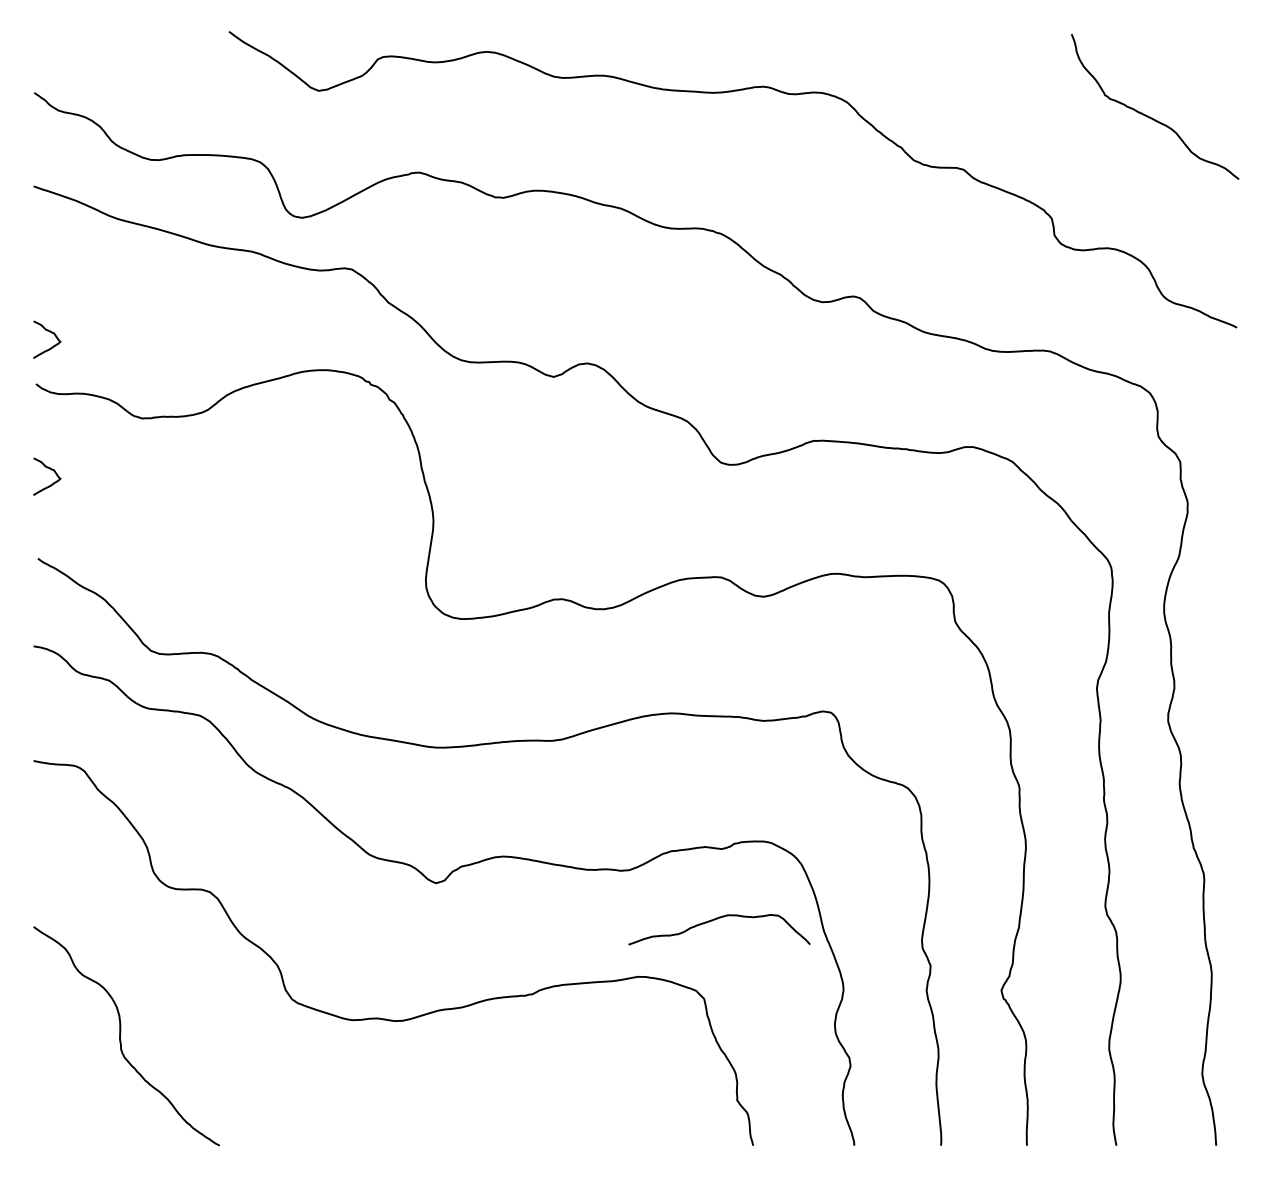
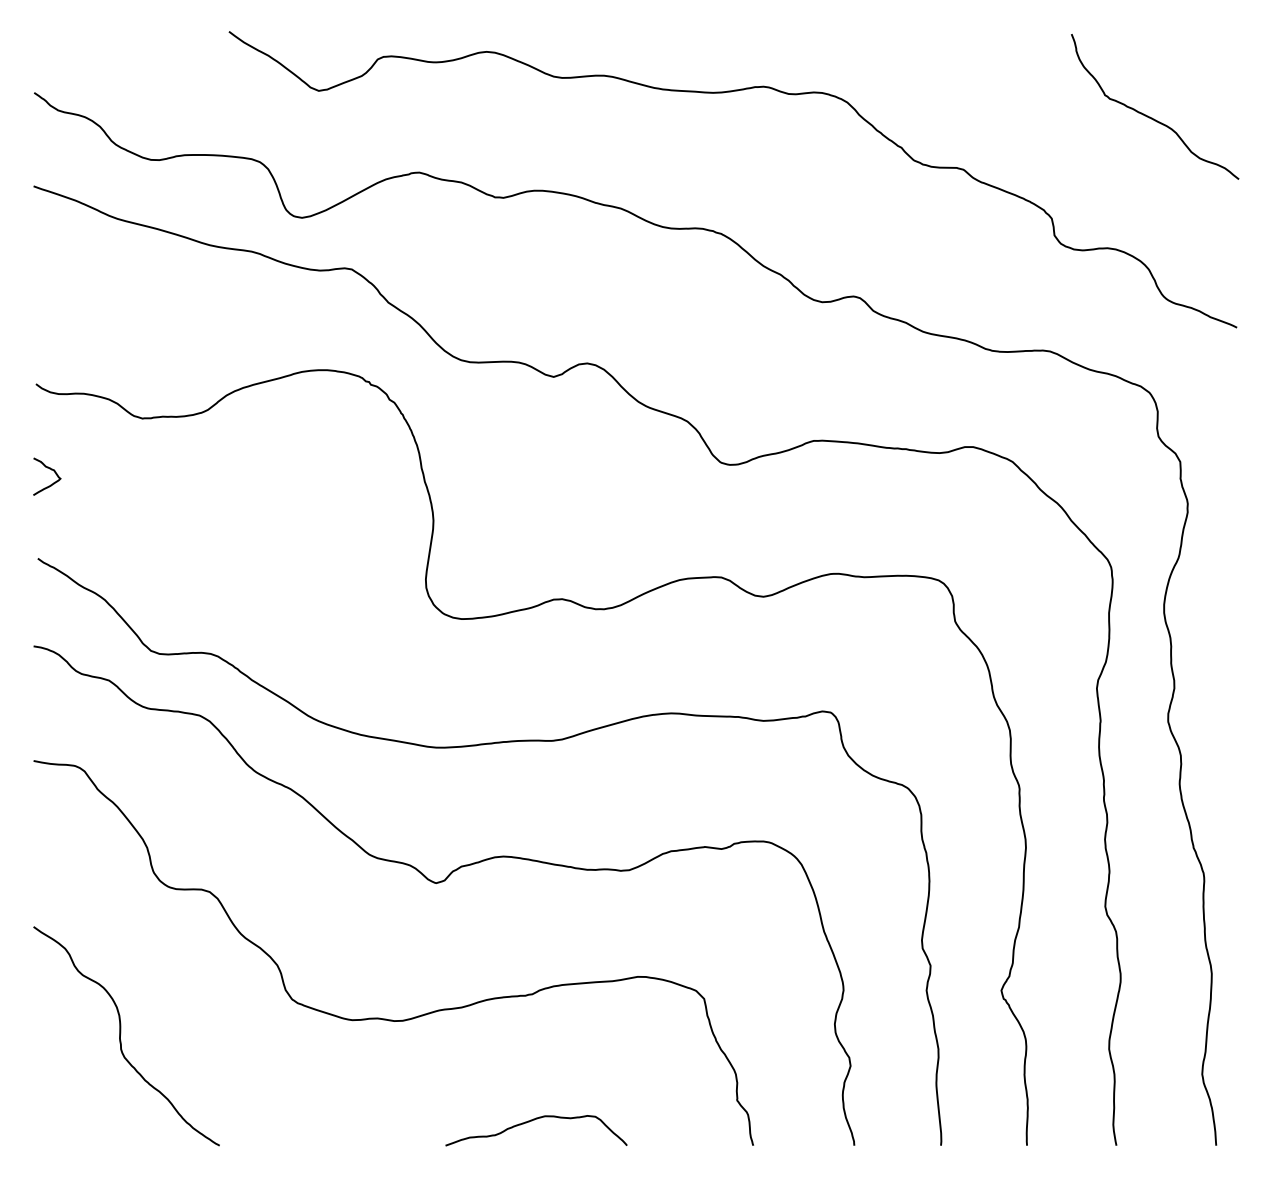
curve at (51, 333): present -> none
curve at (715, 920) position: (715, 920) -> (532, 1121)
